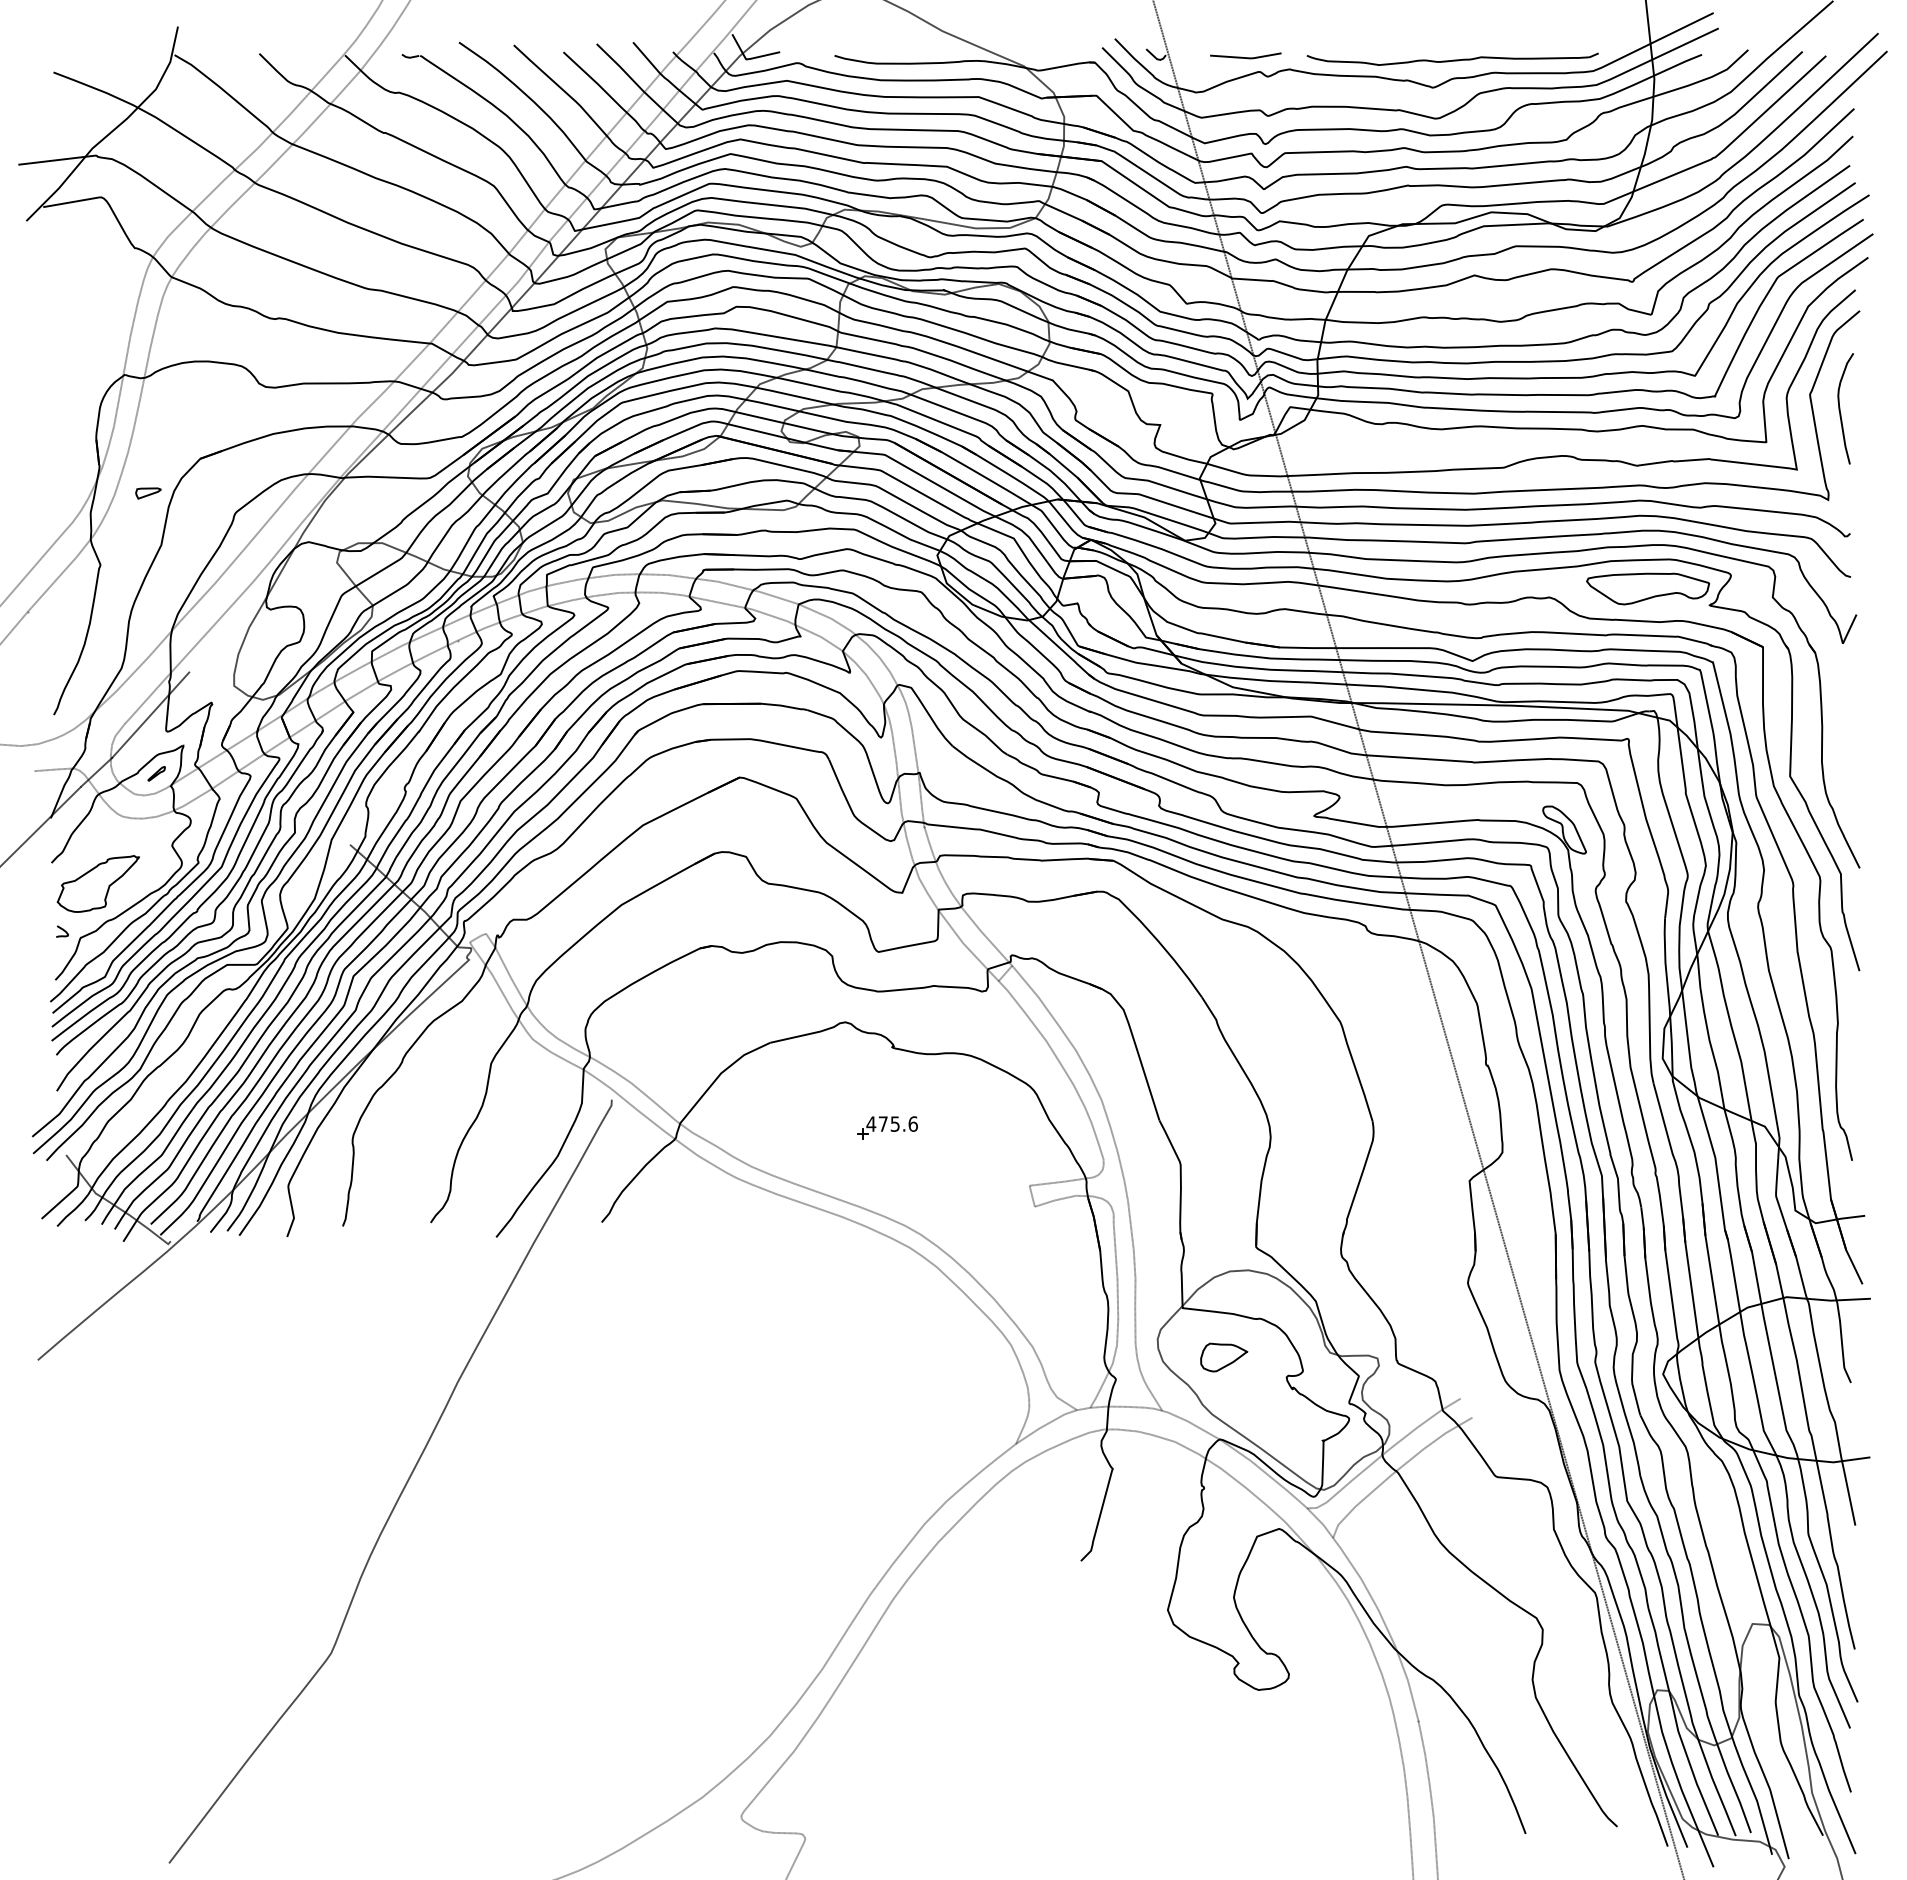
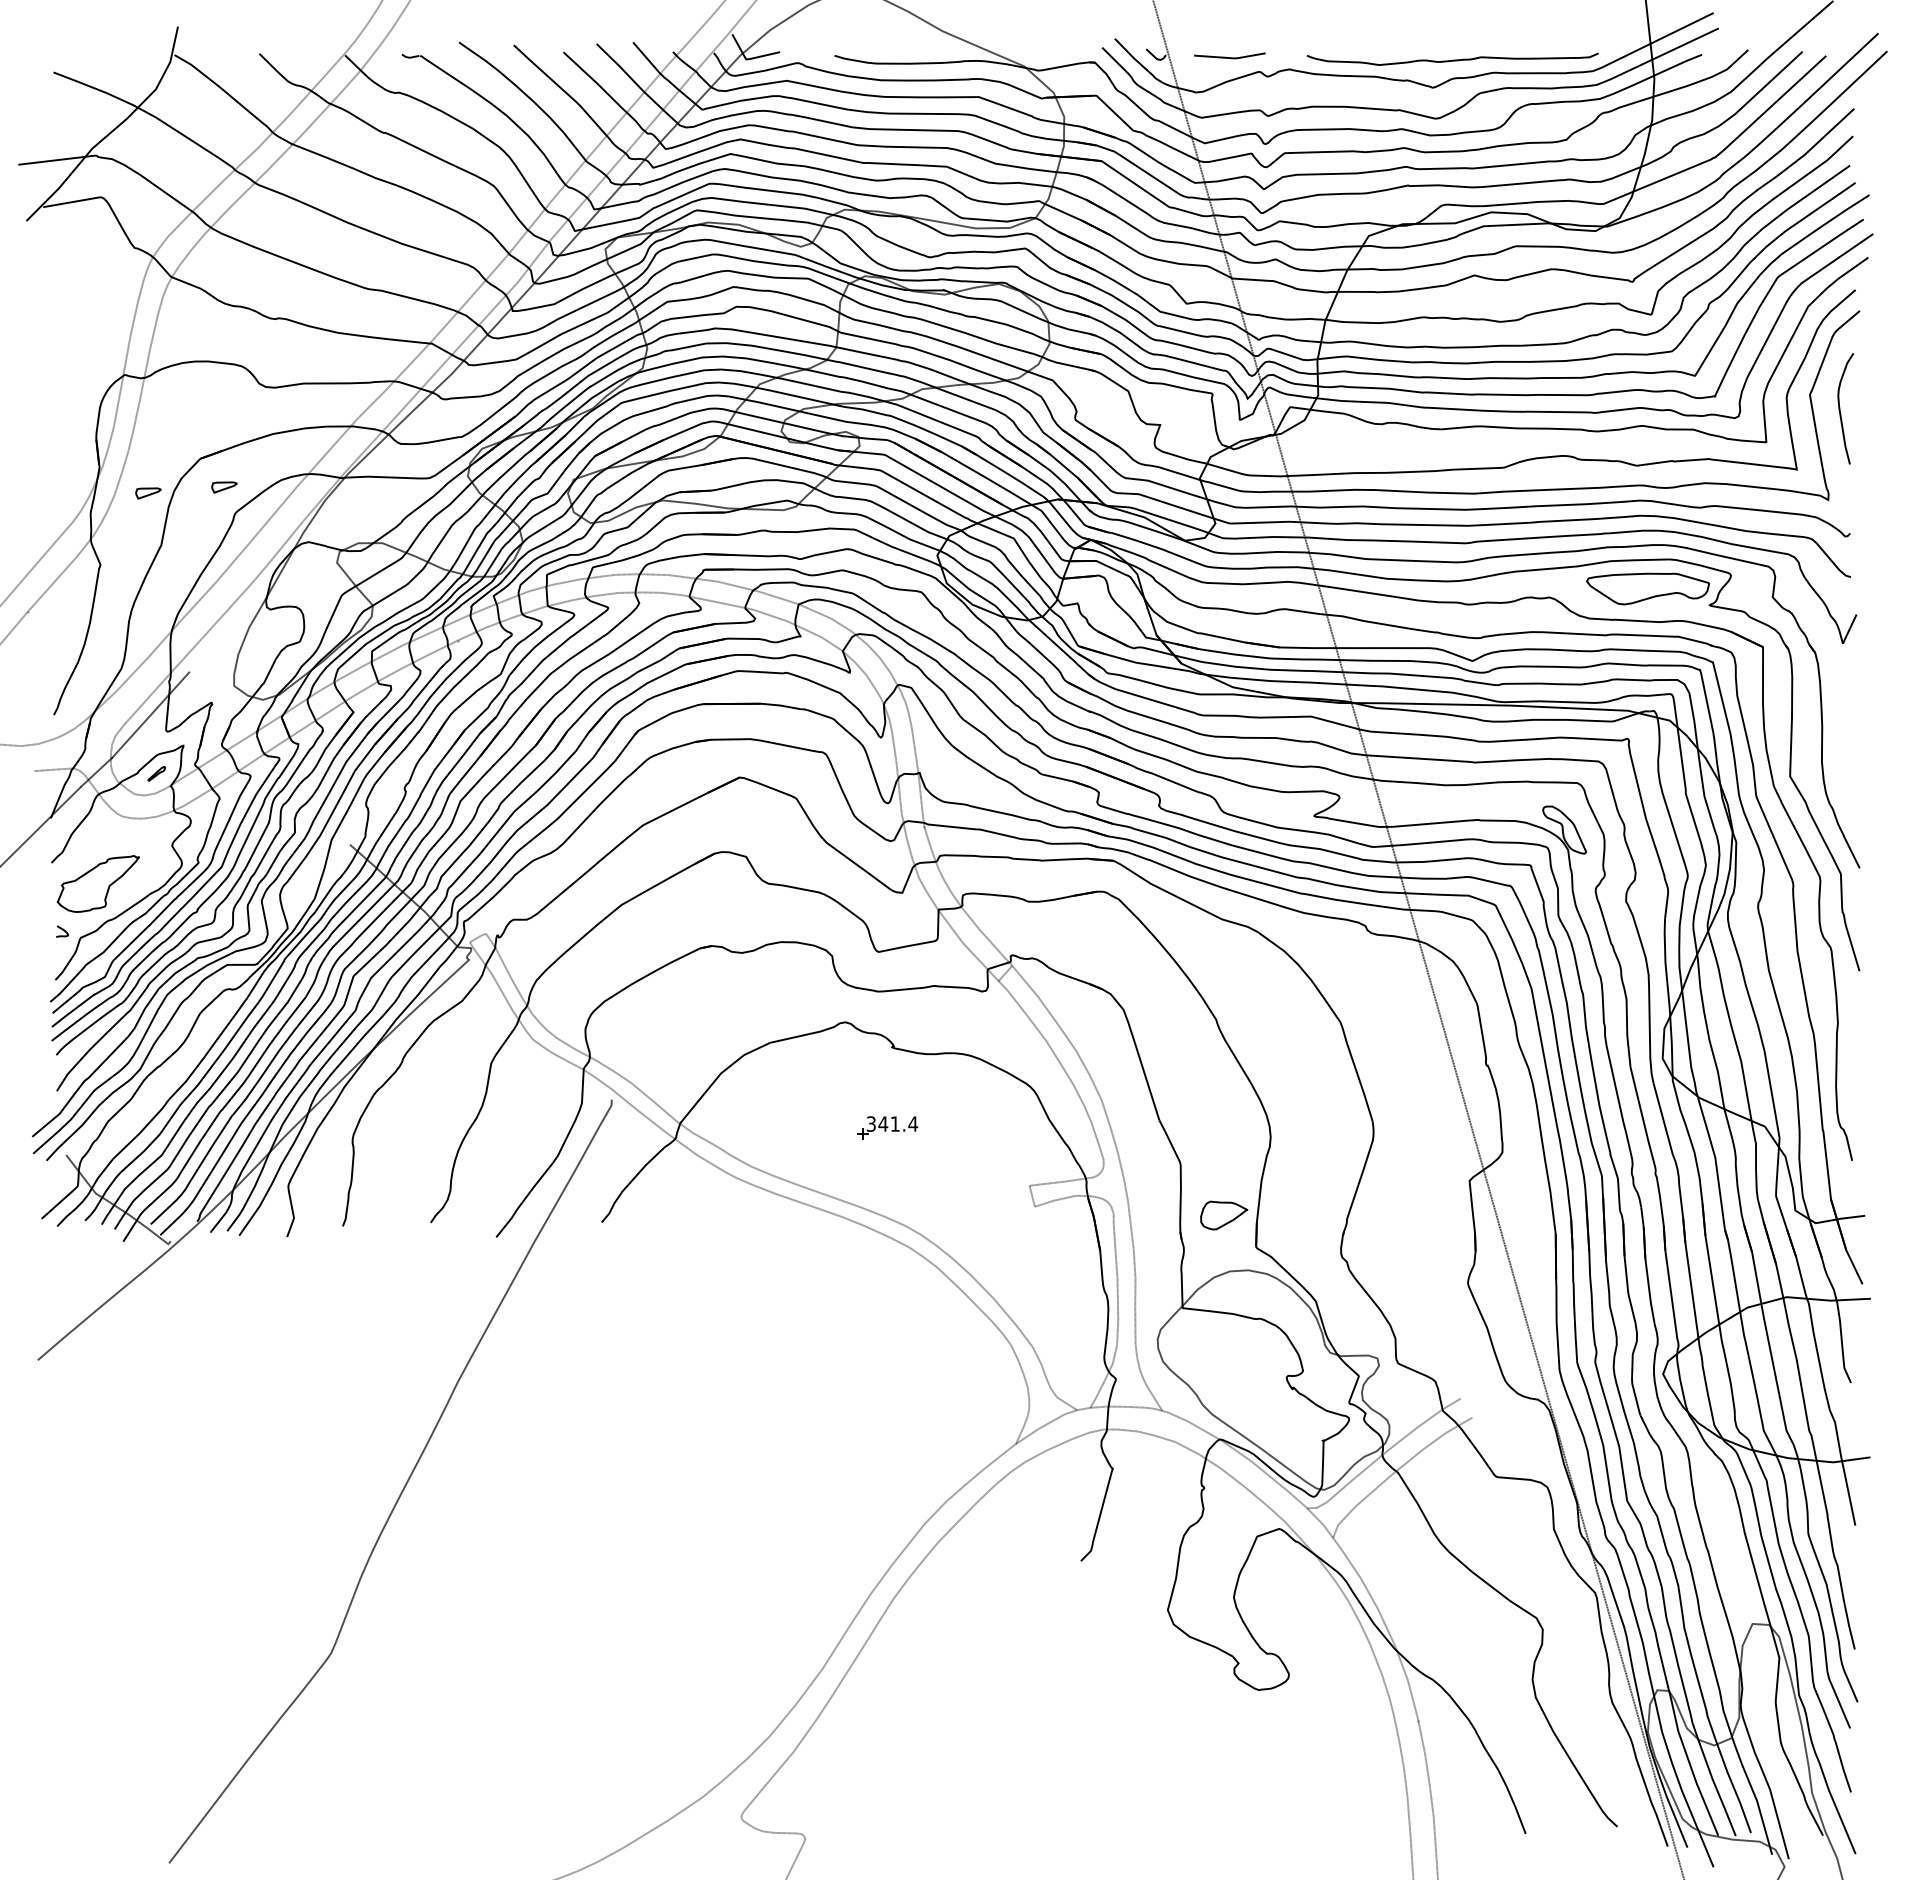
line at (1245, 57) position: (1245, 57) -> (1229, 57)
part at (224, 487): none -> present
text at (892, 1123): 475.6 -> 341.4
part at (1224, 1357) position: (1224, 1357) -> (1224, 1215)
